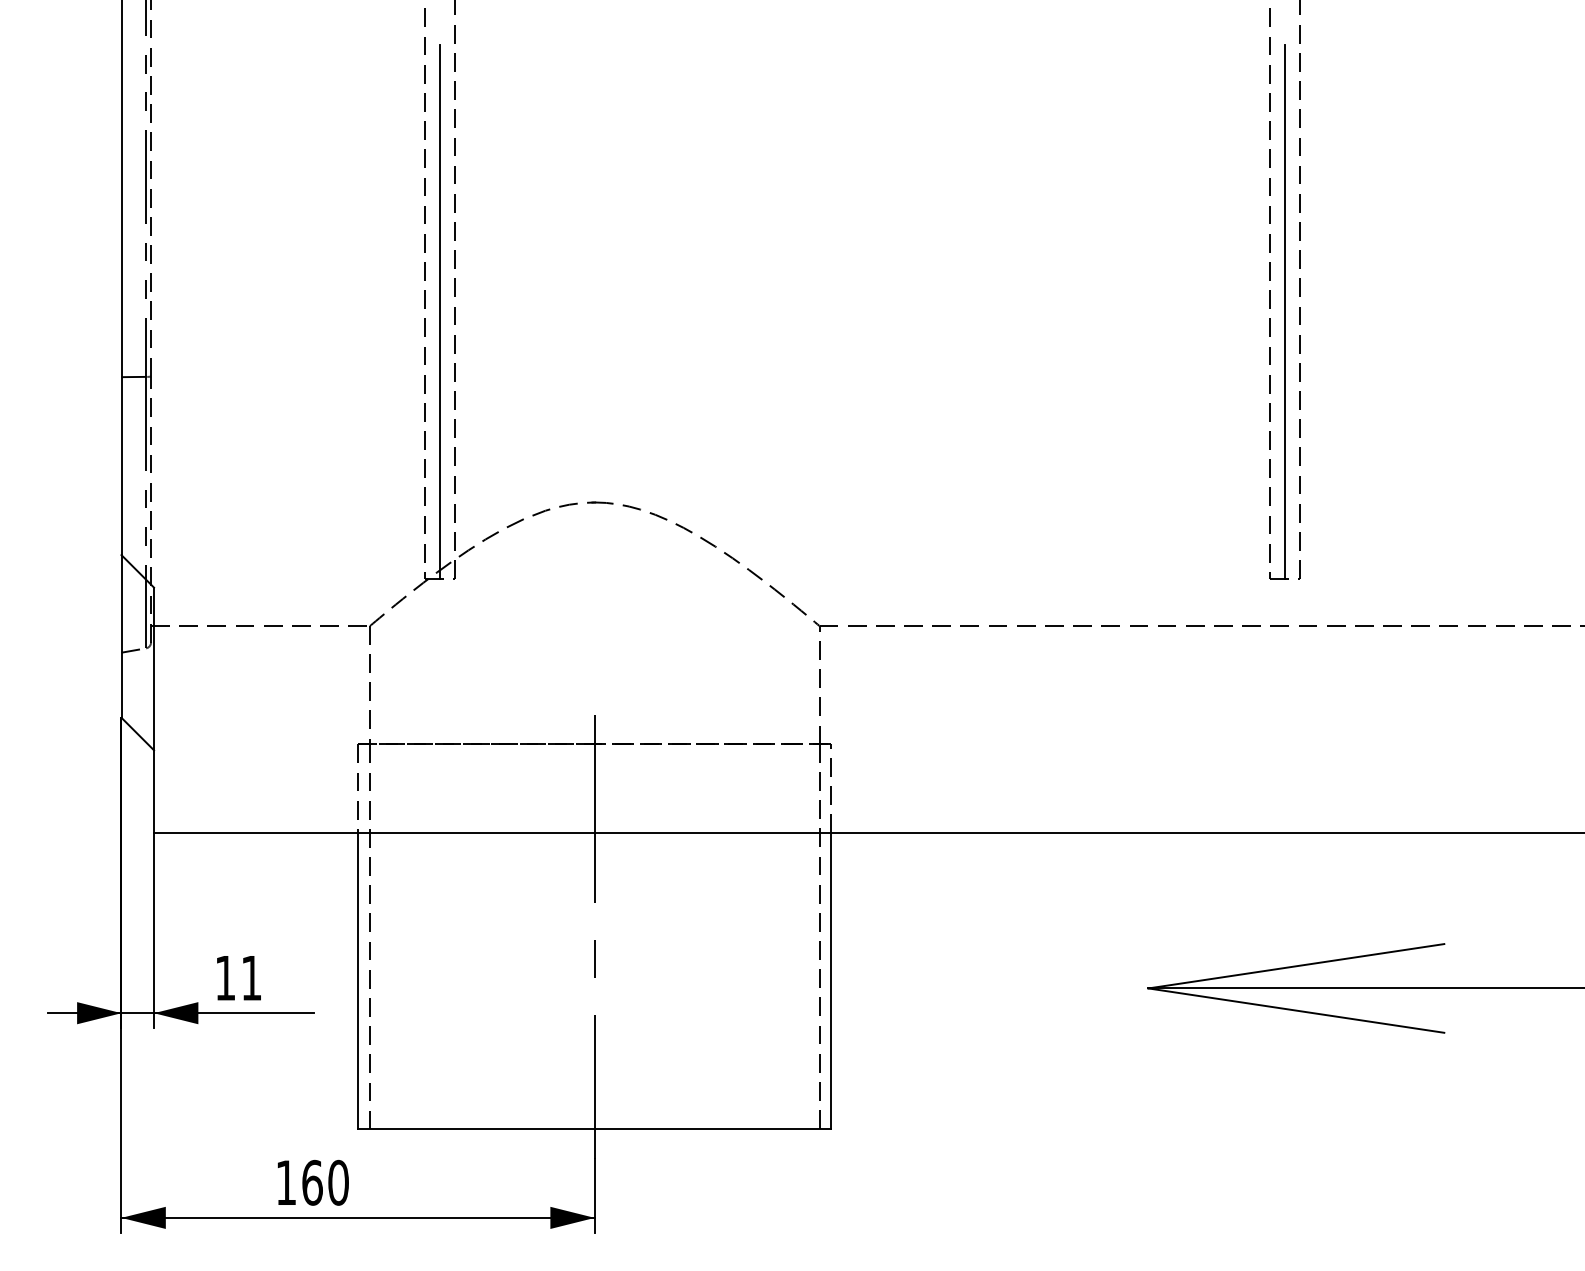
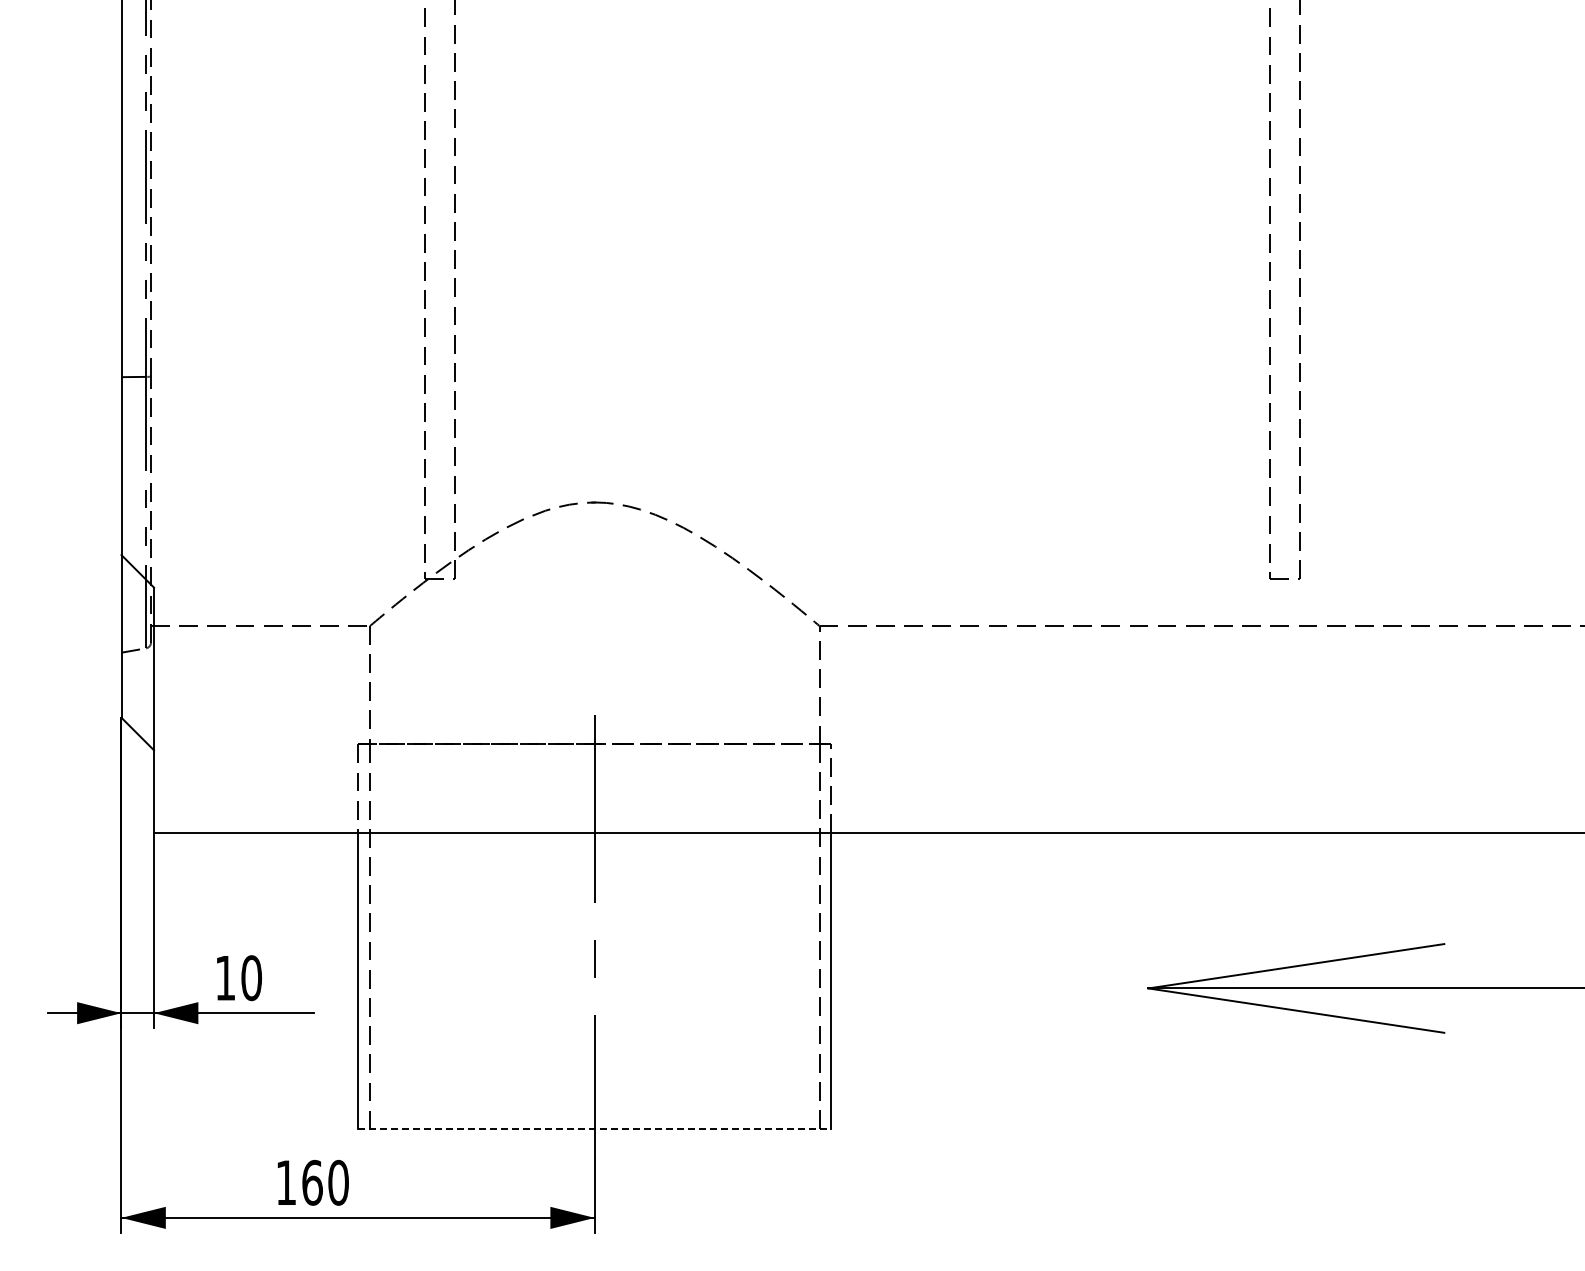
line at (439, 311): present -> none
line at (1285, 311): present -> none
text at (251, 978): 11 -> 10
line at (594, 1128): solid -> dashed
